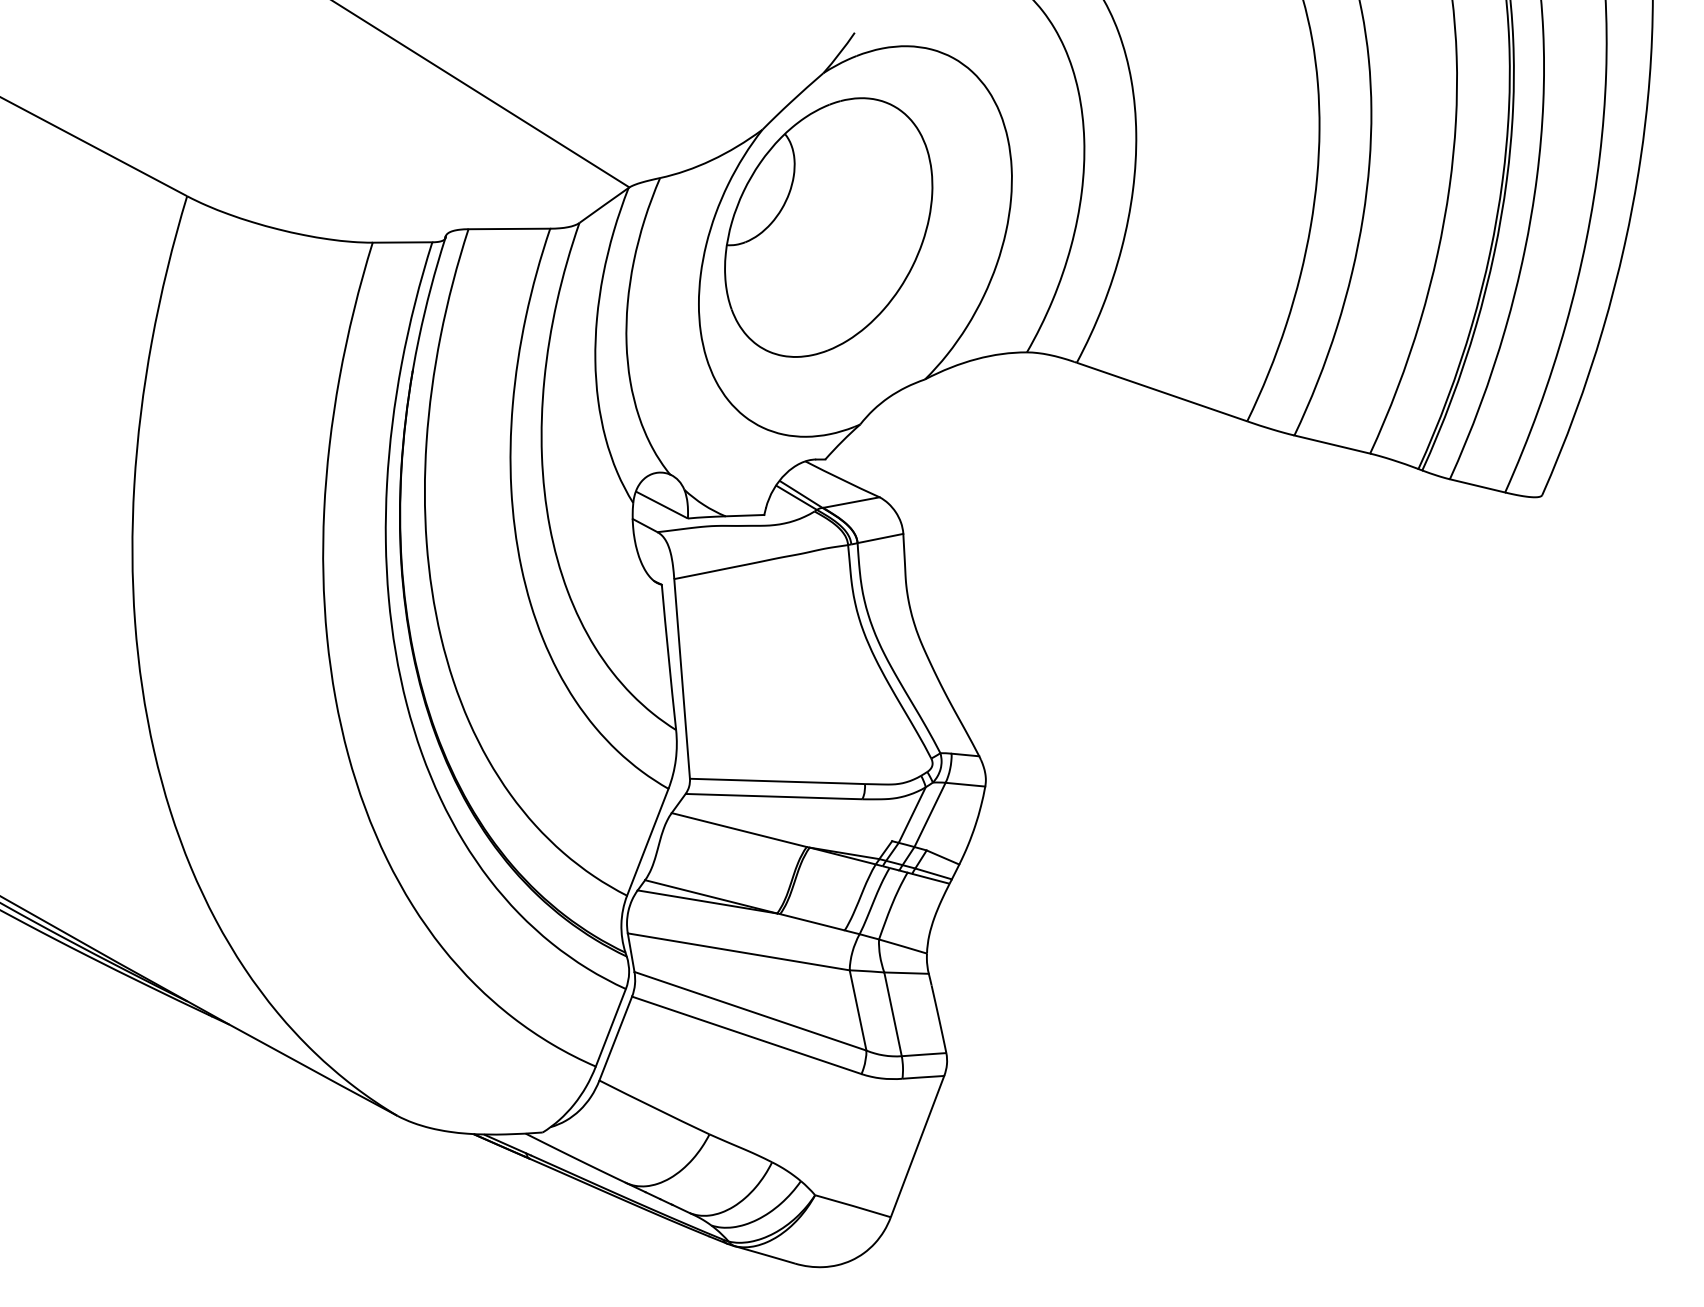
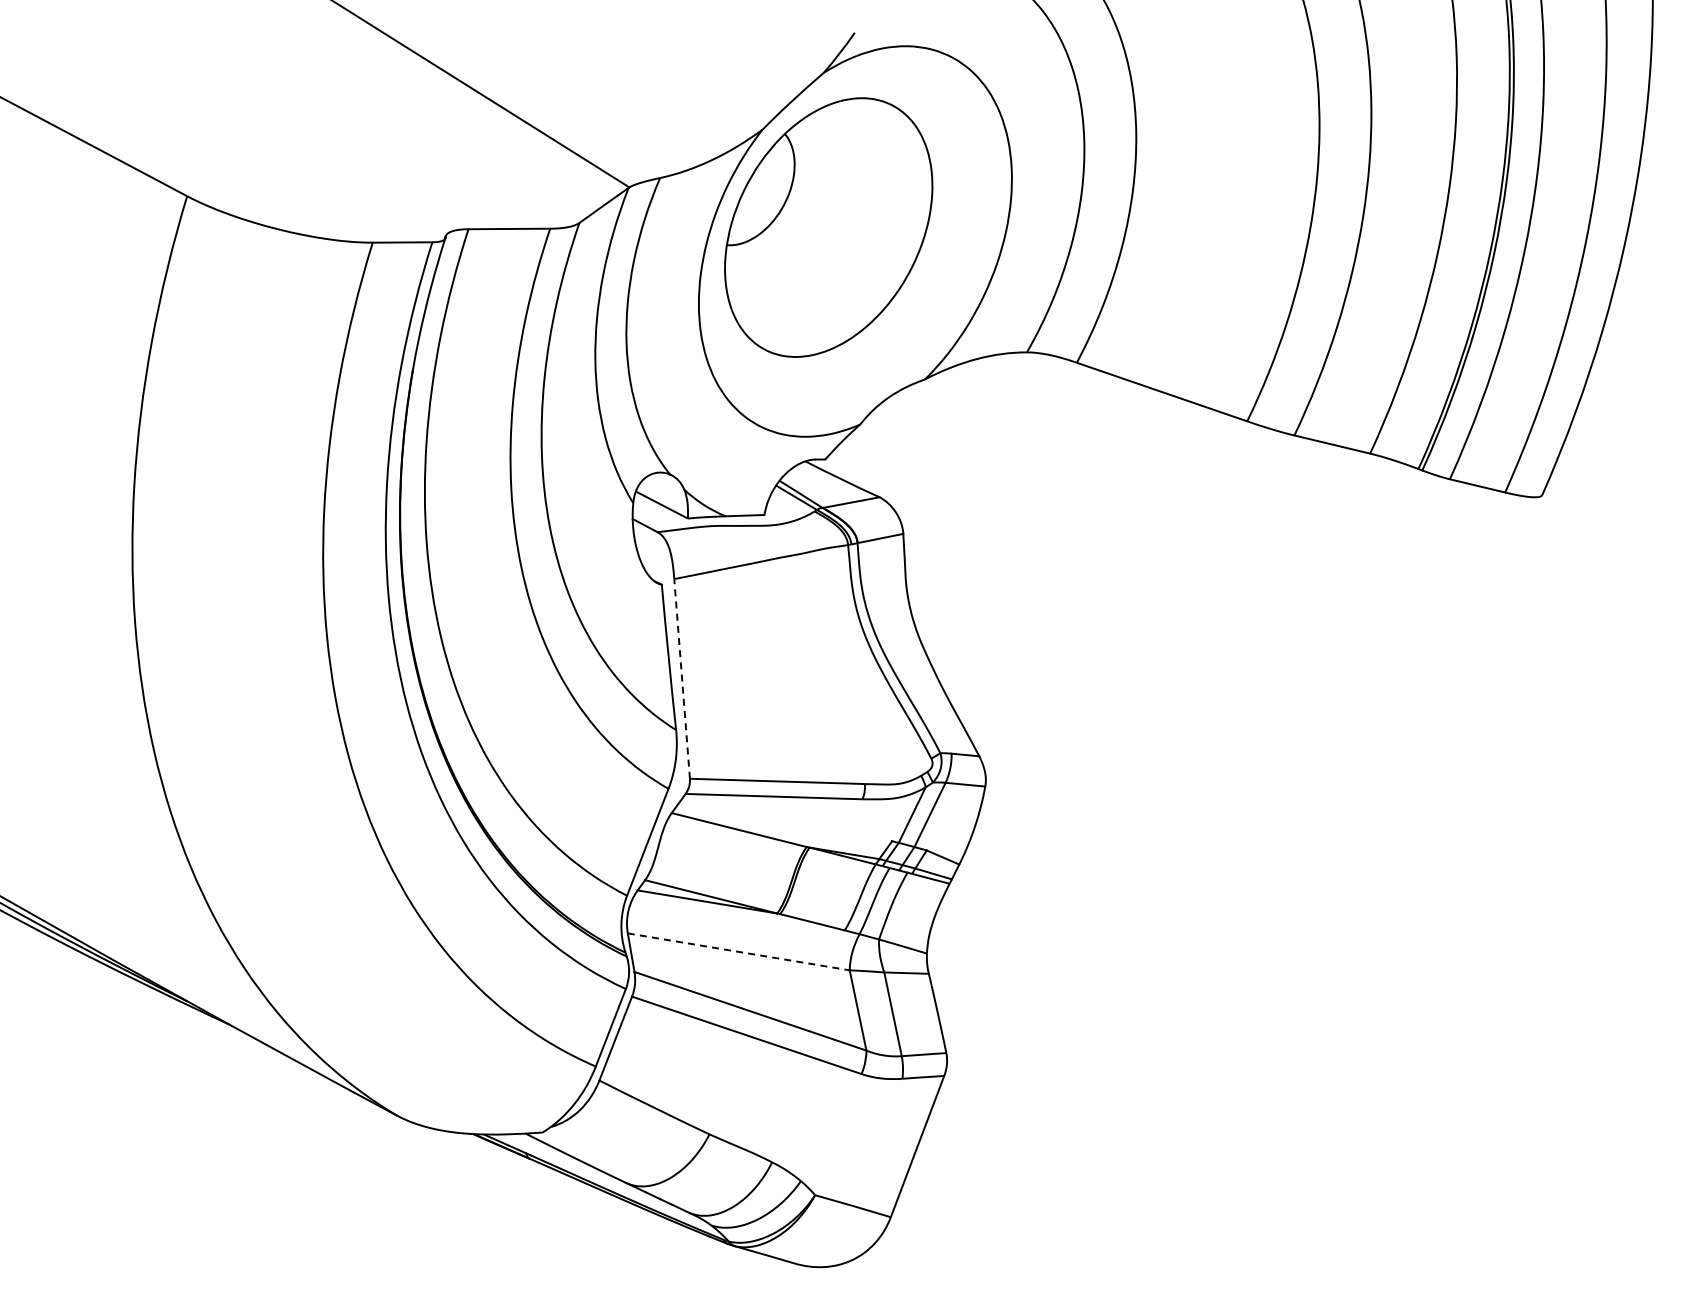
line at (682, 678): solid -> dashed
line at (739, 951): solid -> dashed
